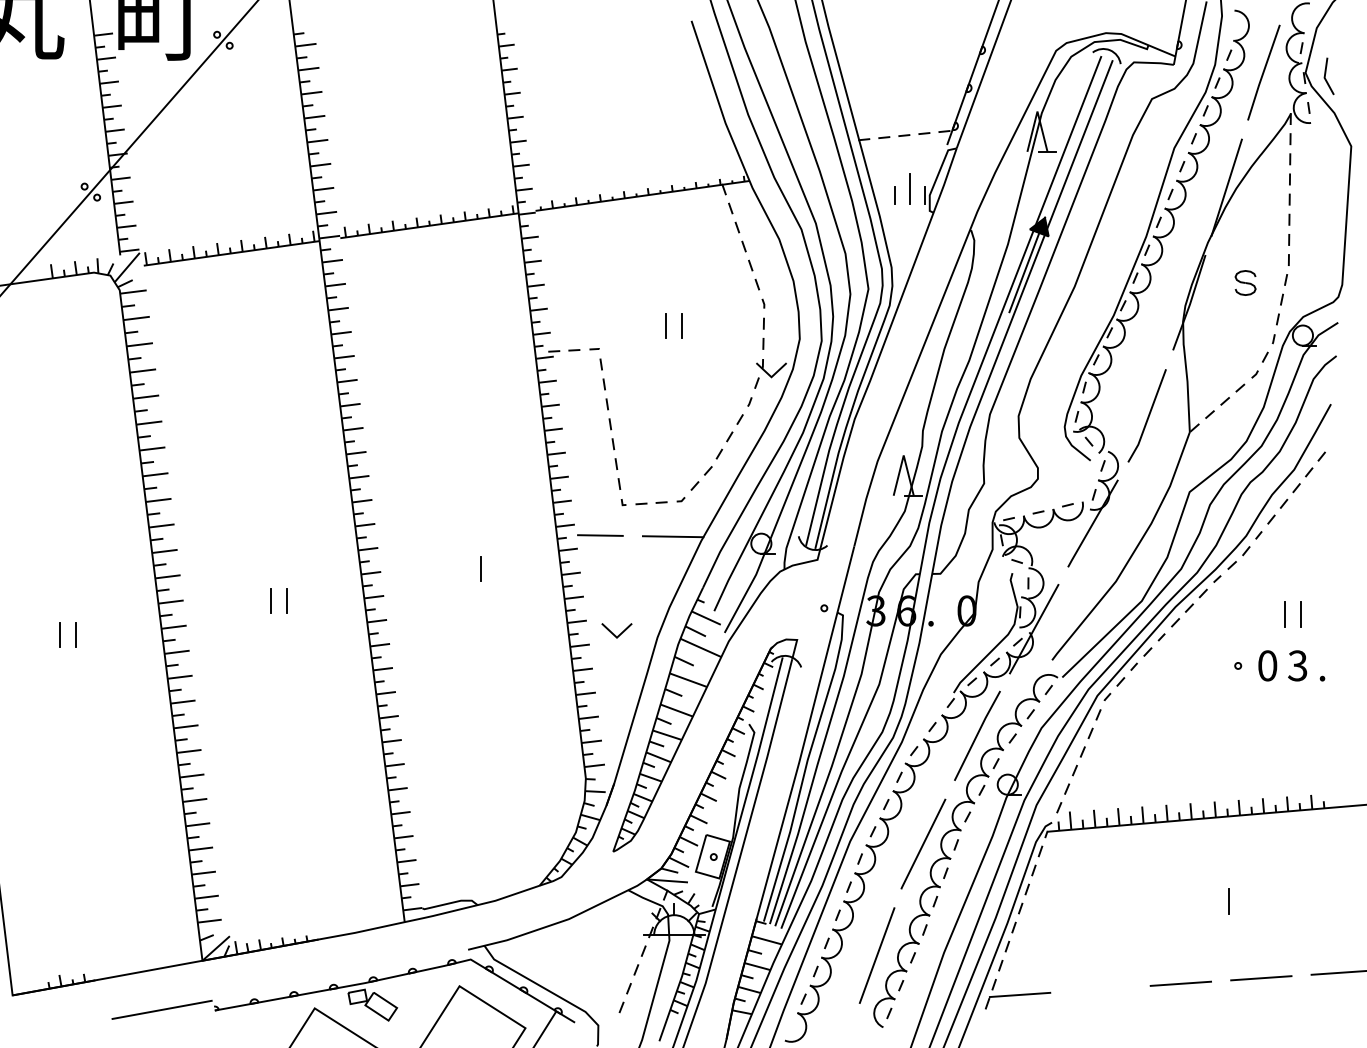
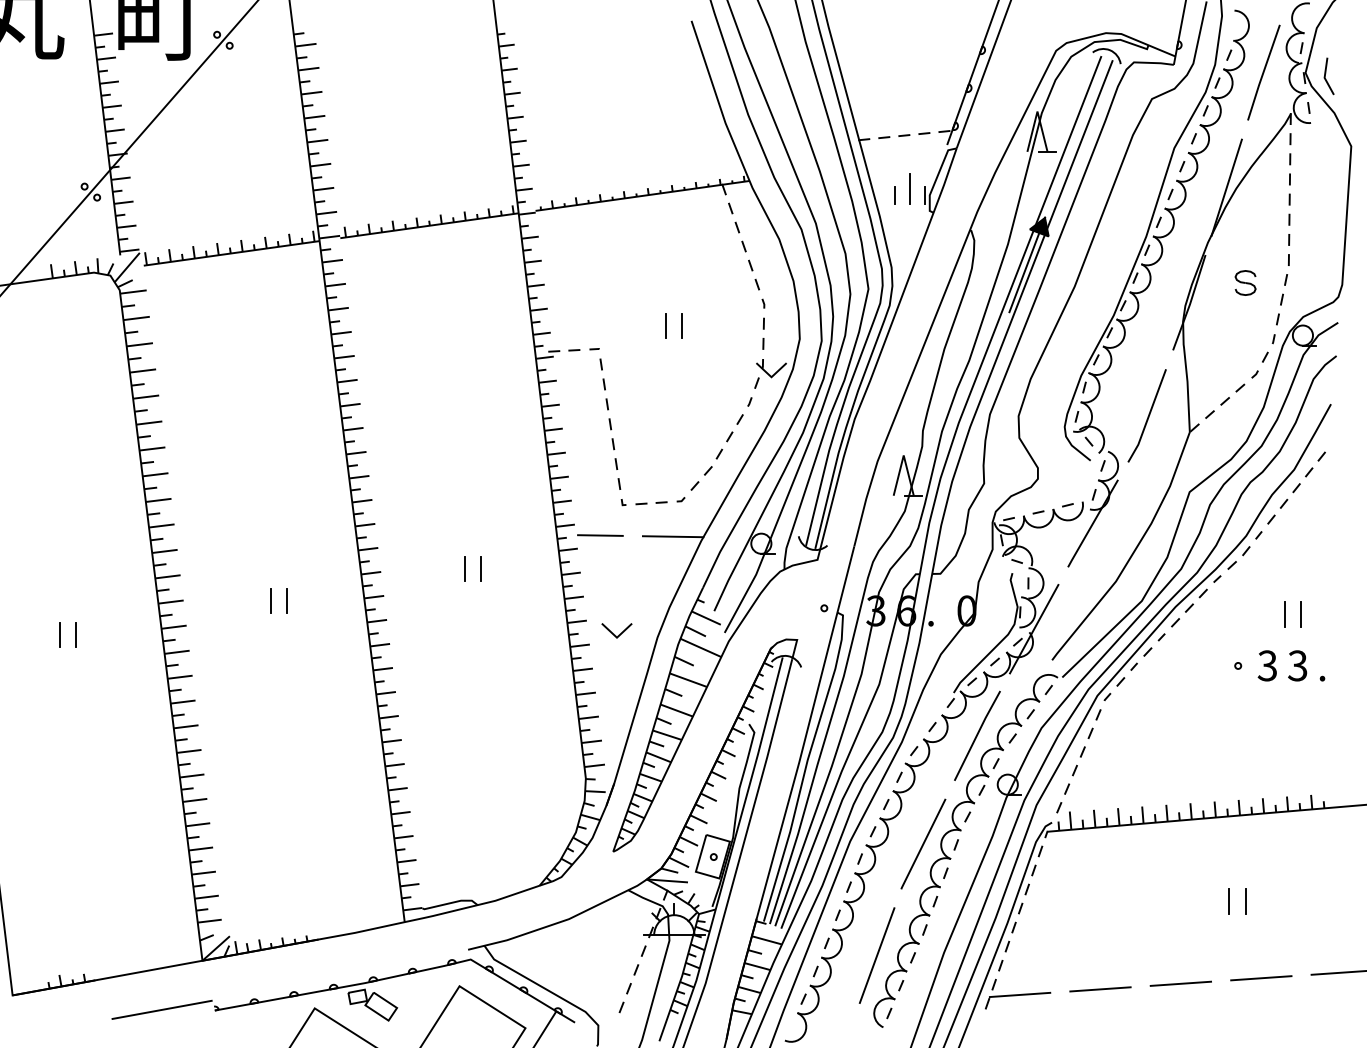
line at (464, 568): none -> present
text at (1267, 665): 0 -> 3
line at (1245, 901): none -> present
line at (1100, 989): none -> present
